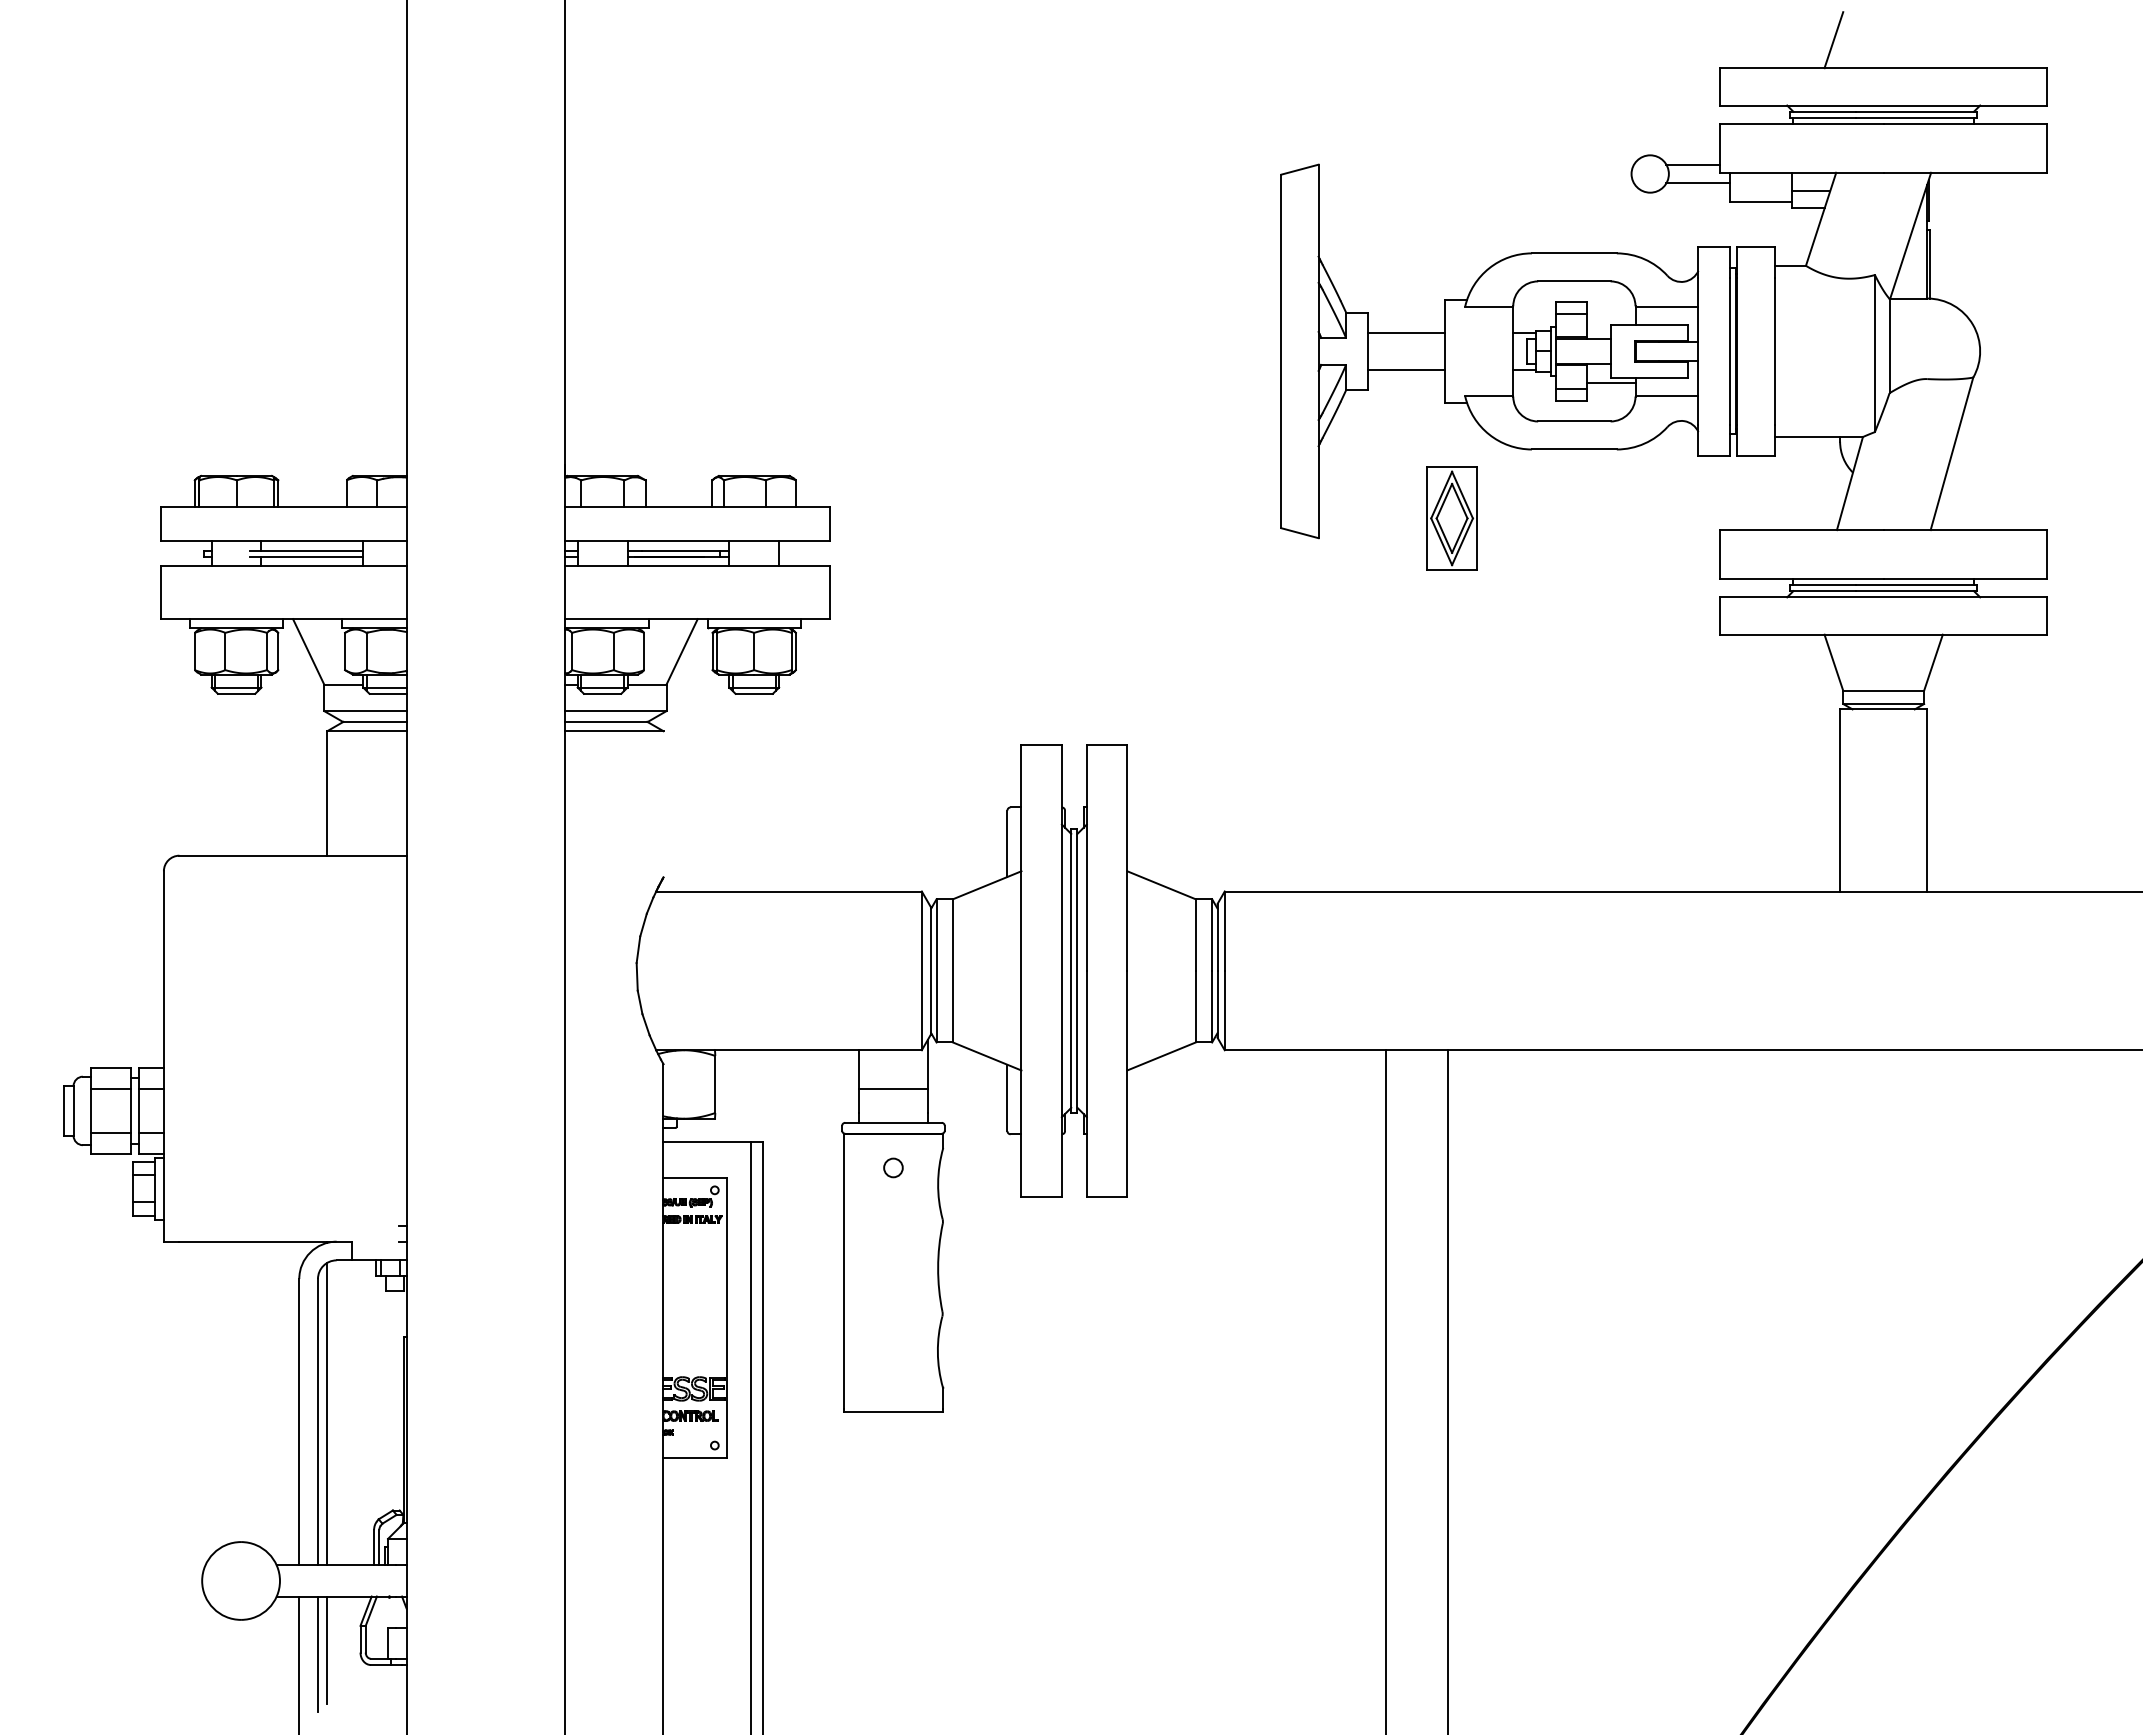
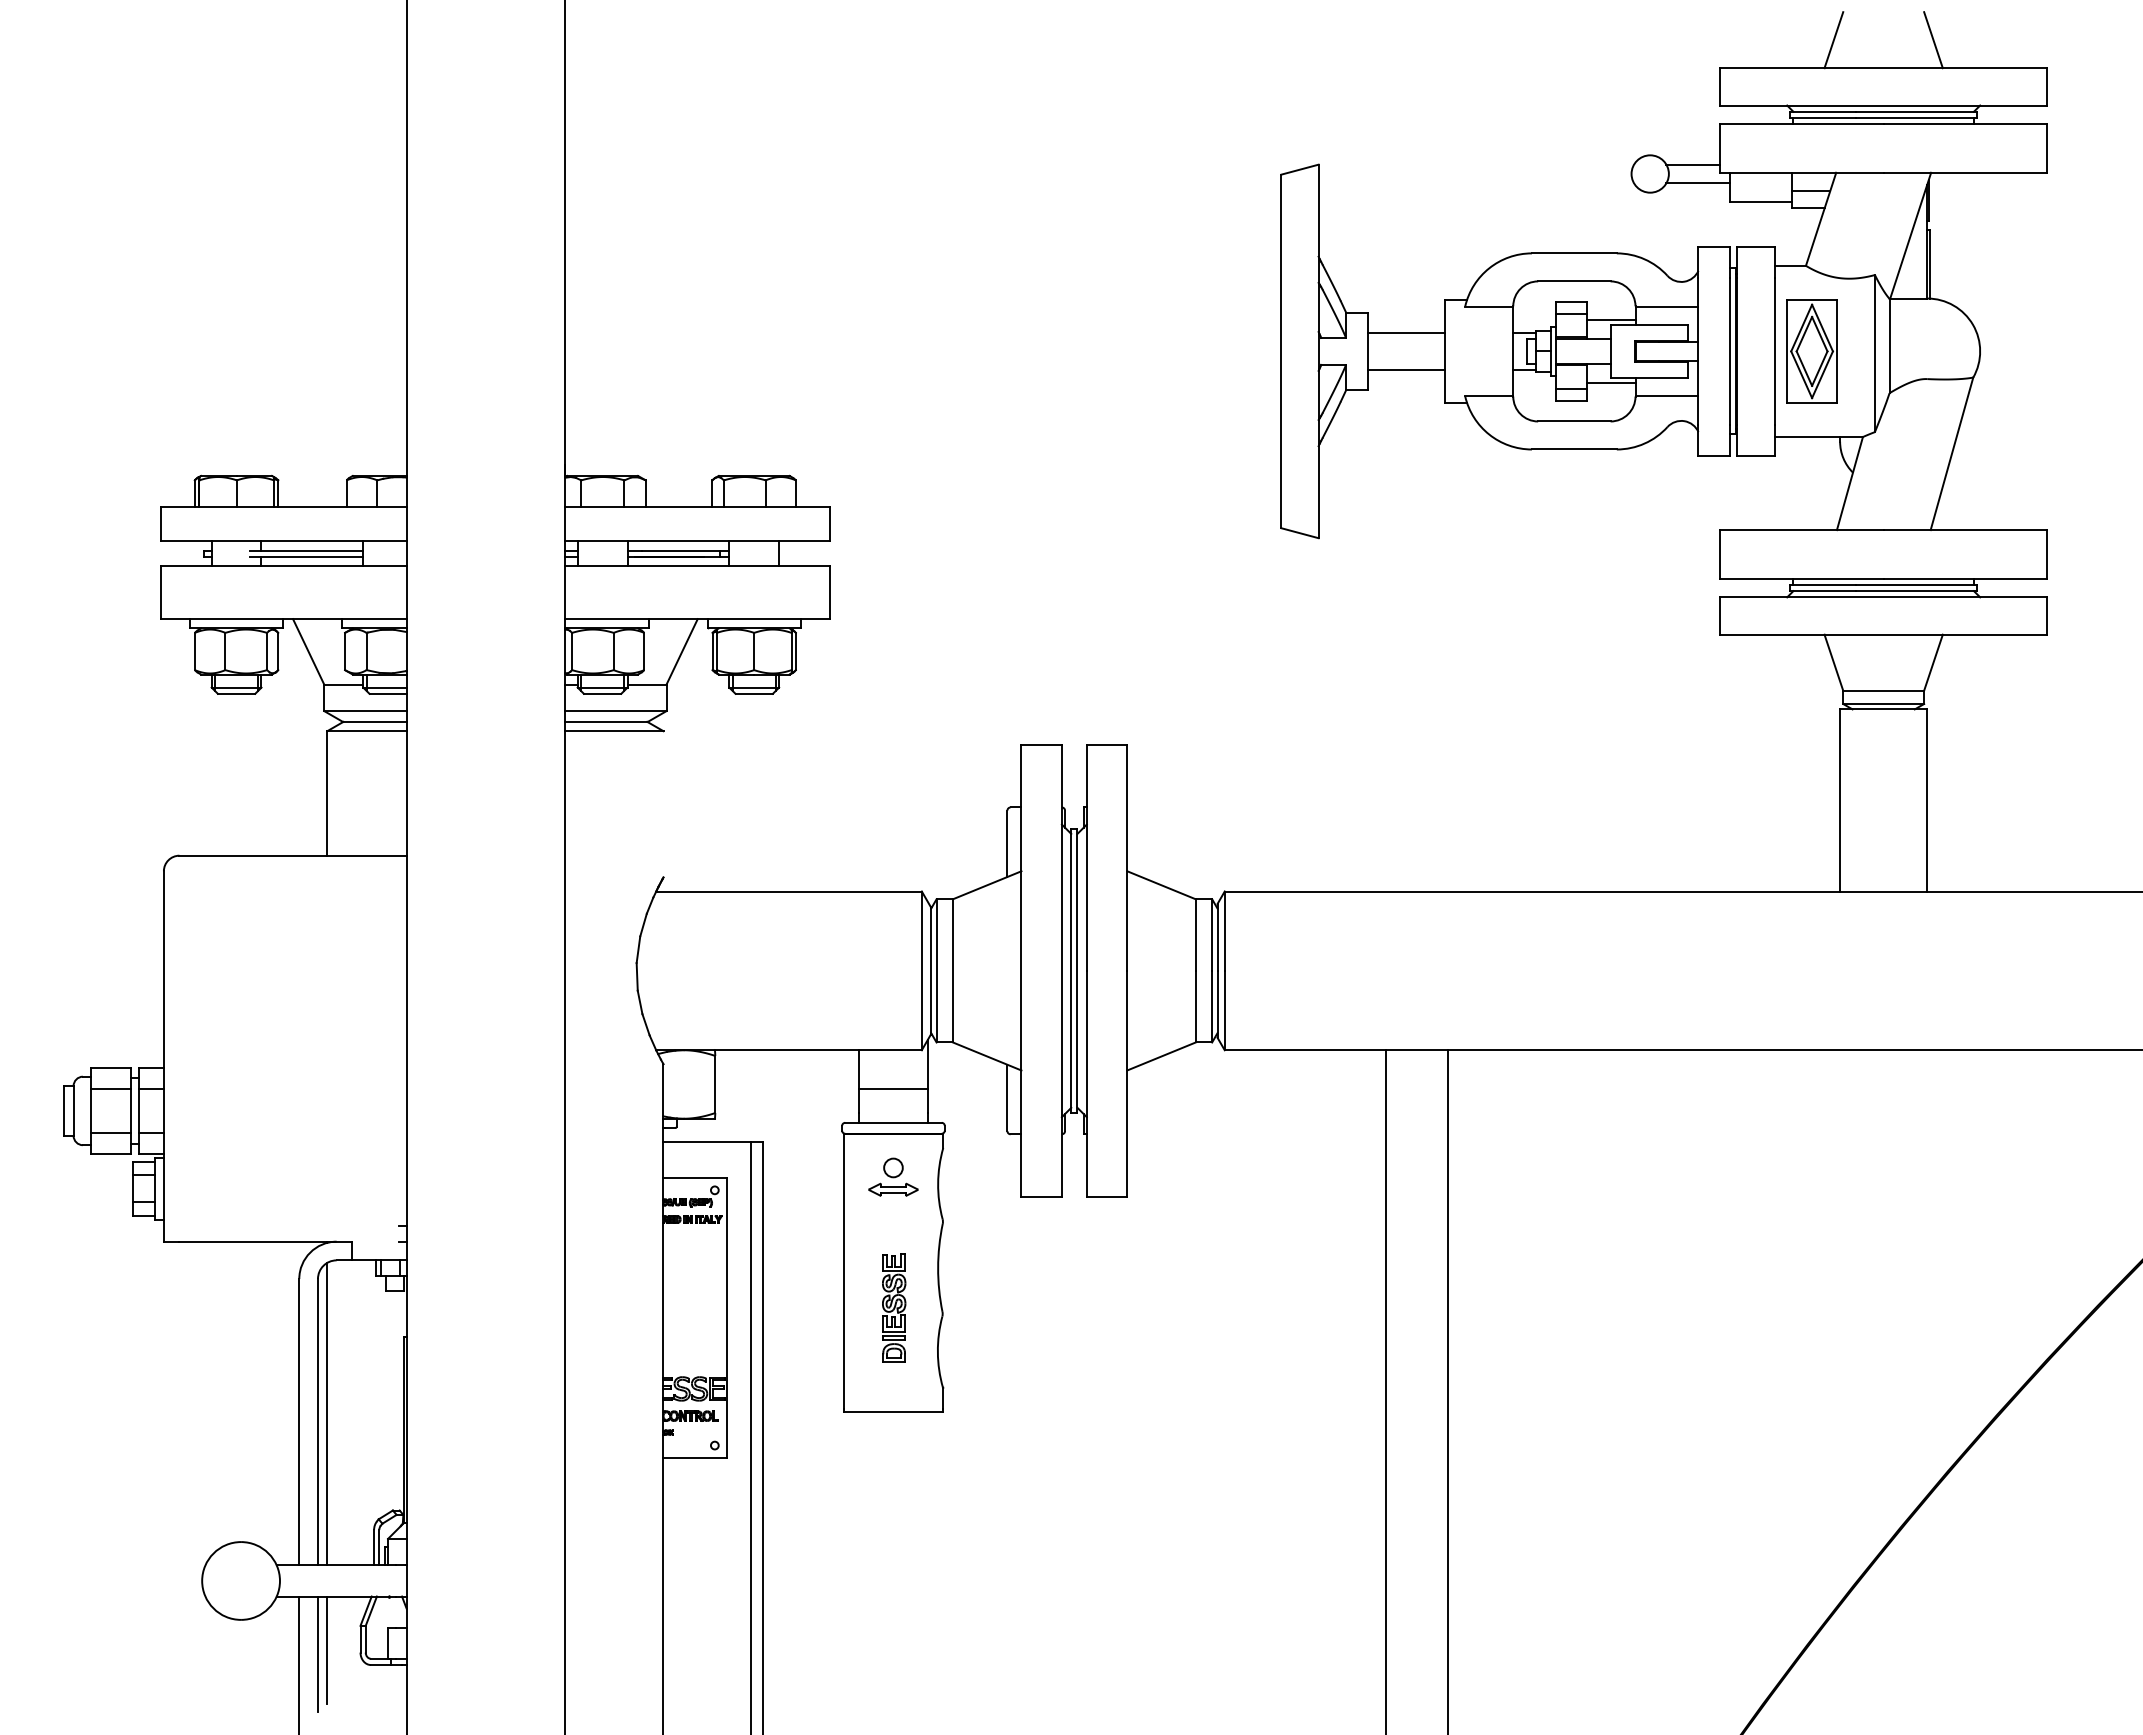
line at (1933, 40): none -> present
line at (1611, 320): none -> present
part at (1451, 518) position: (1451, 518) -> (1811, 351)
part at (893, 1189): none -> present
part at (894, 1307): none -> present
